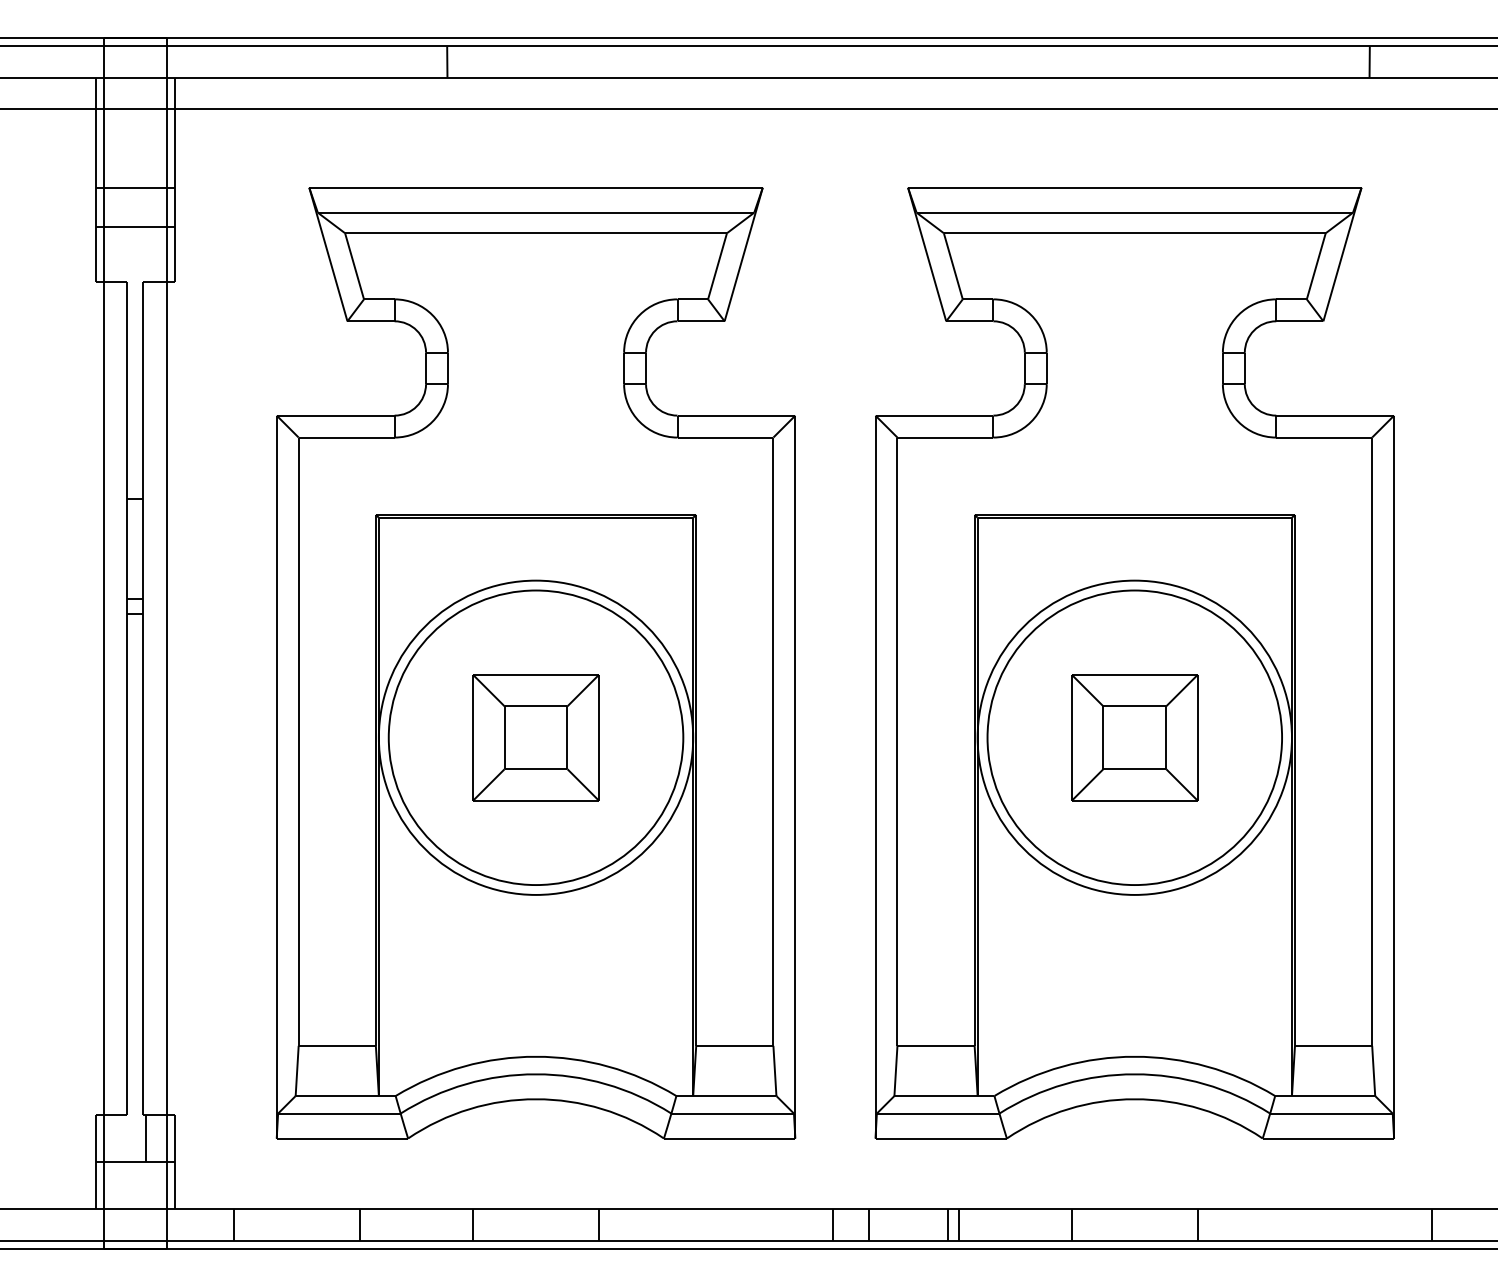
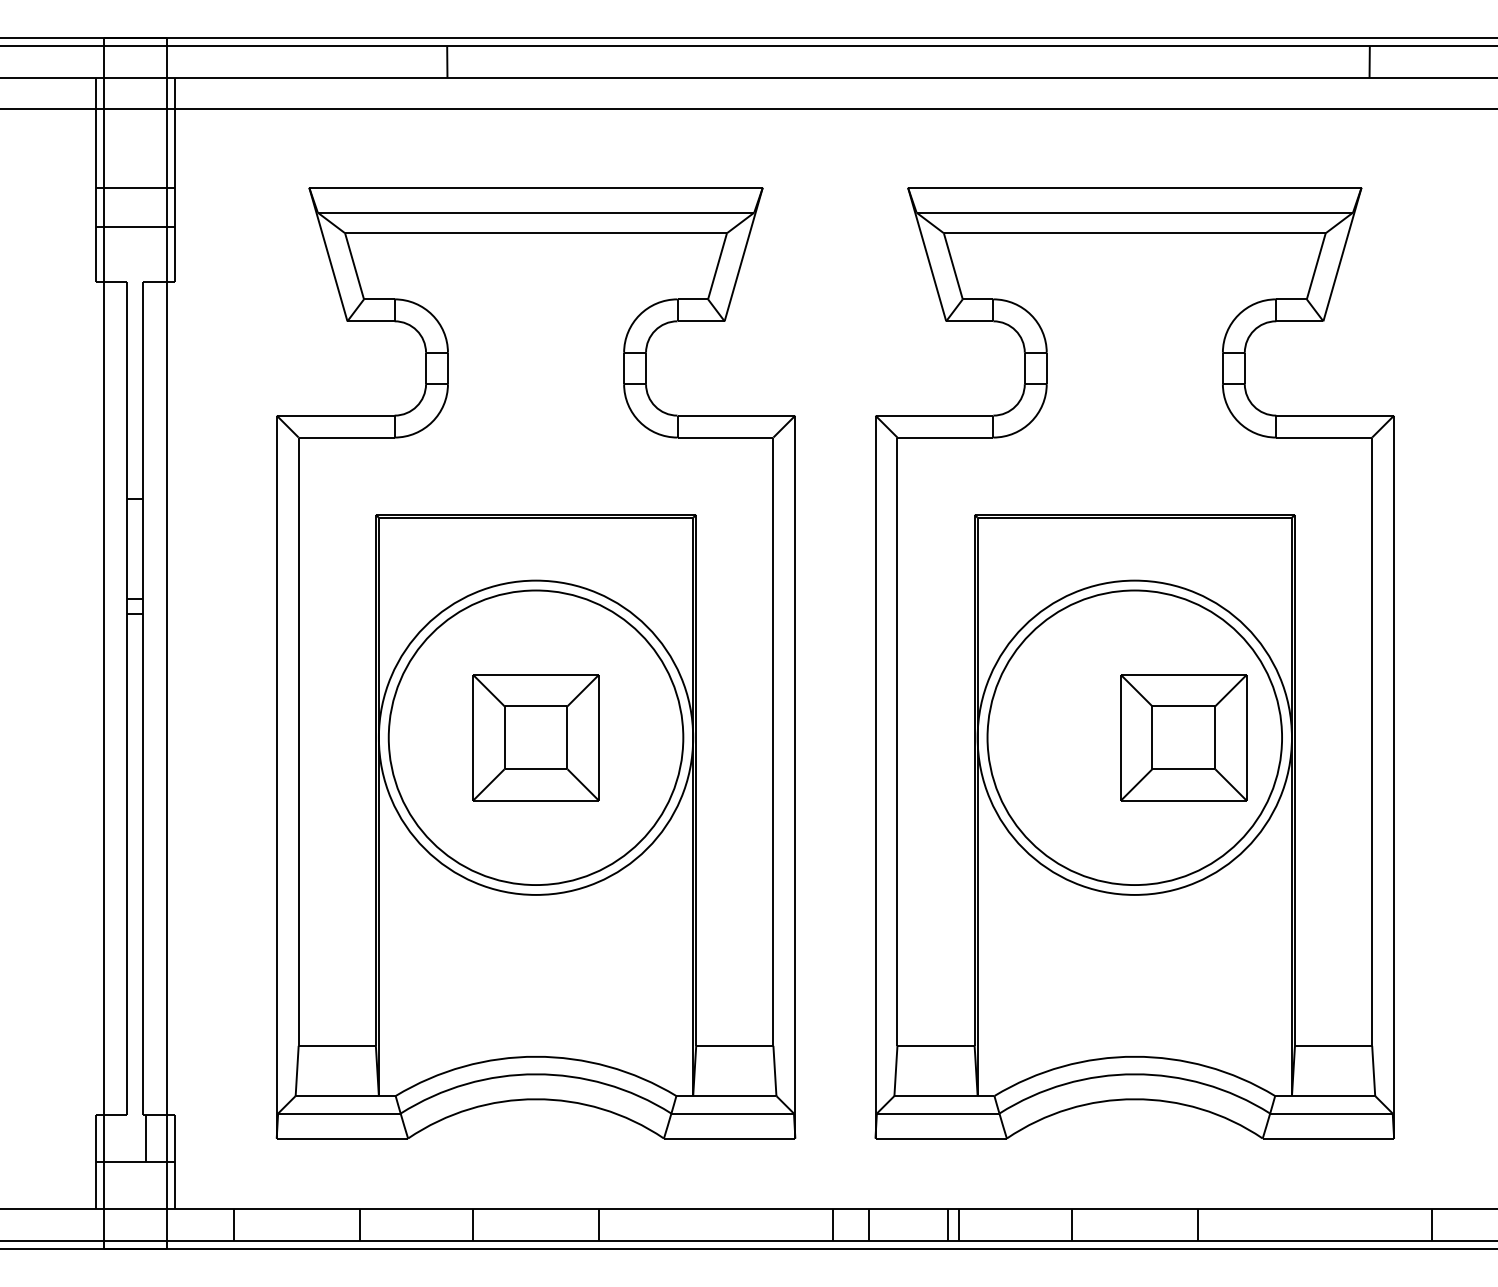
part at (1134, 737) position: (1134, 737) -> (1183, 737)
